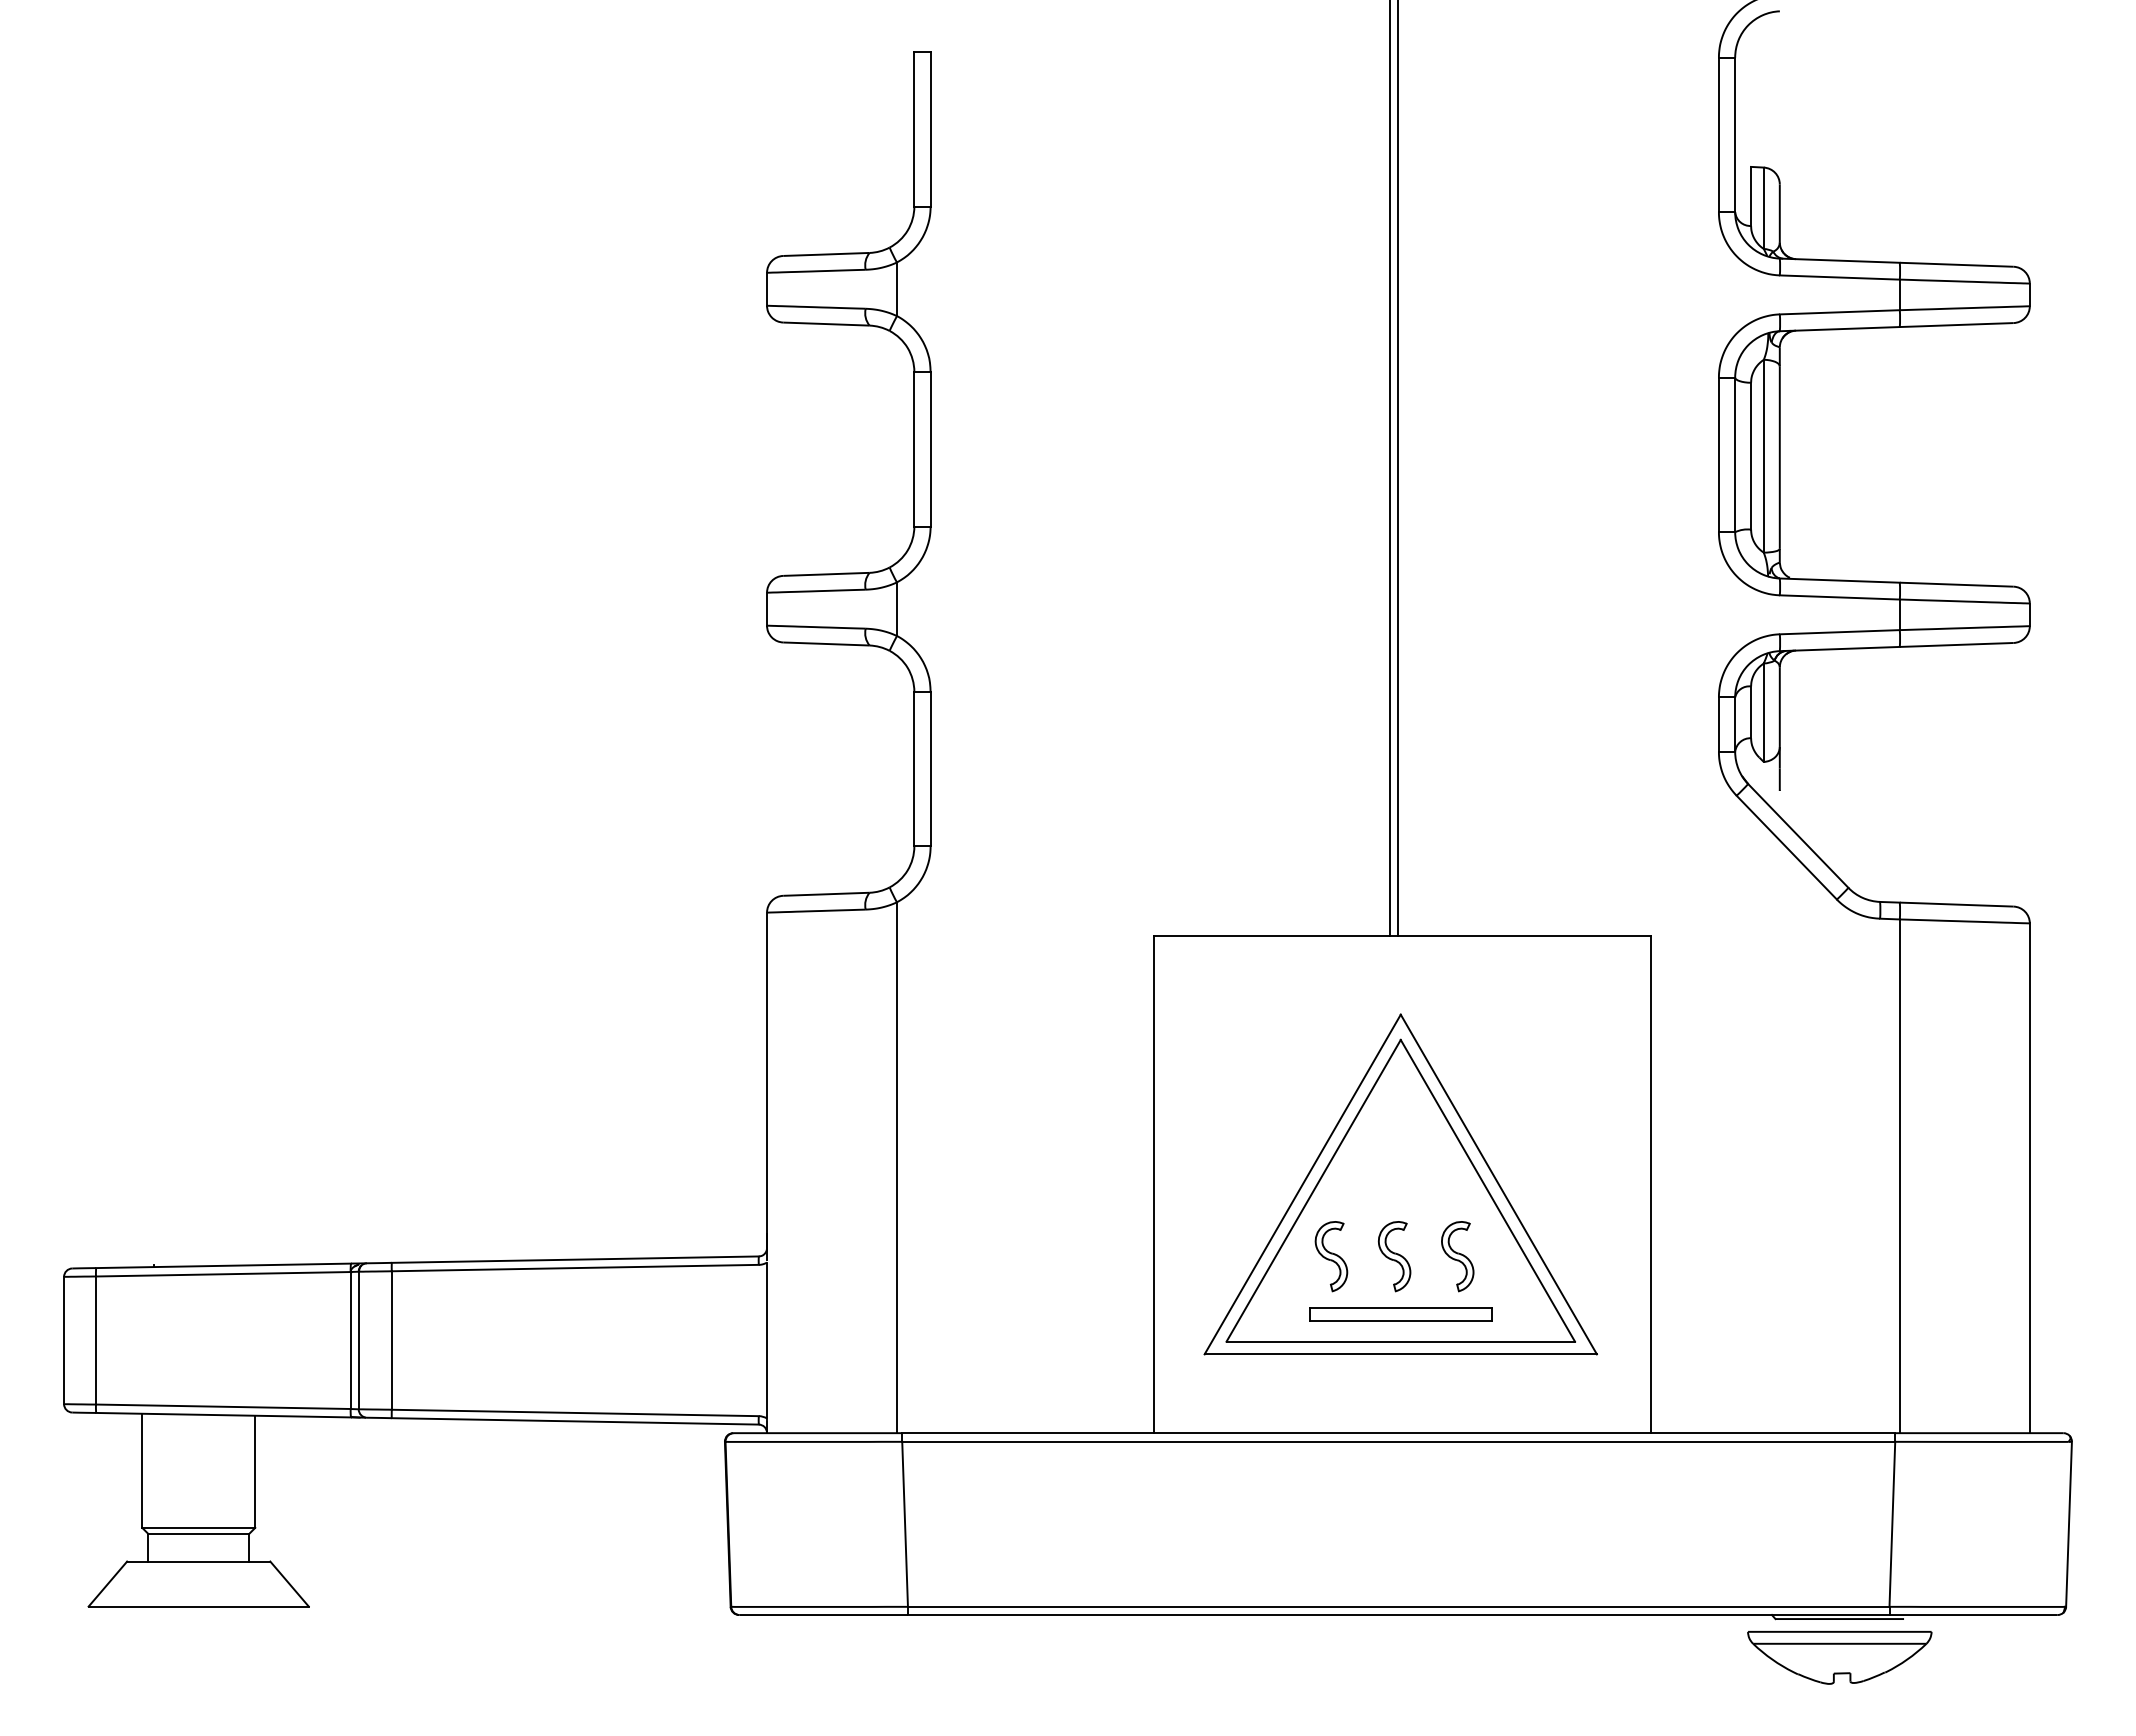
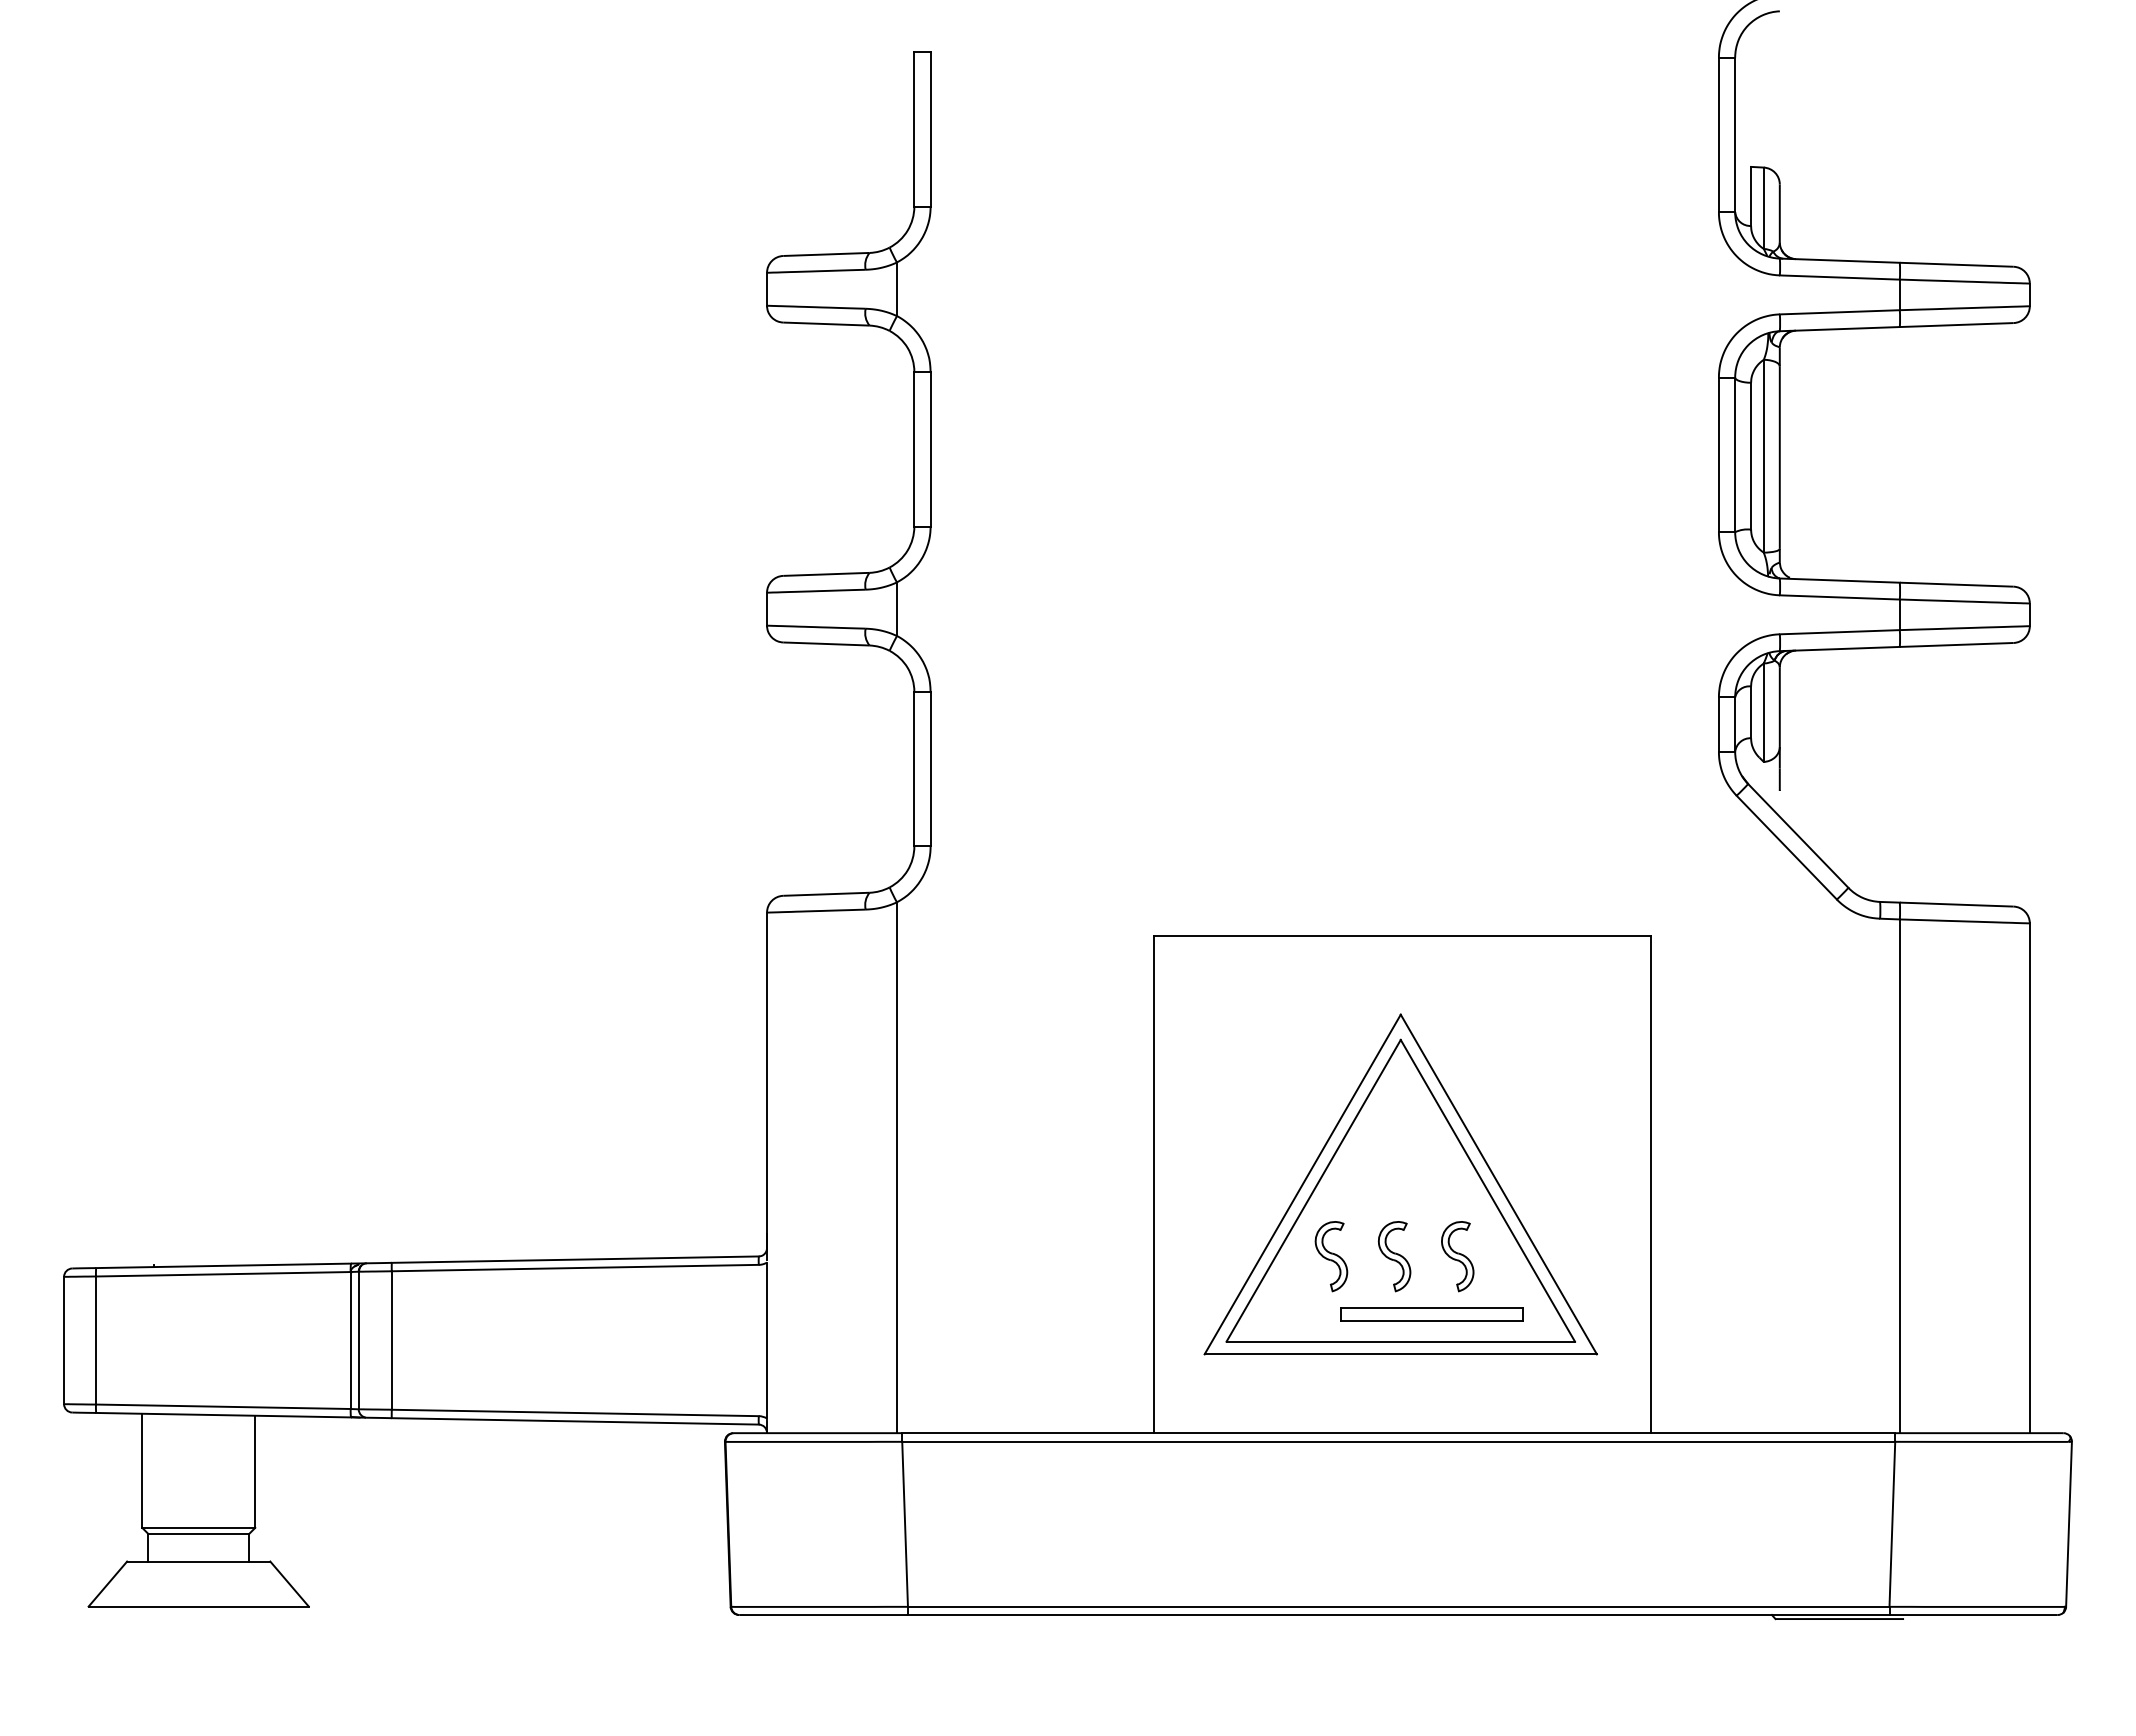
line at (1390, 468): present -> none
line at (1398, 468): present -> none
part at (1400, 1314) position: (1400, 1314) -> (1431, 1314)
part at (1839, 1657): present -> none
